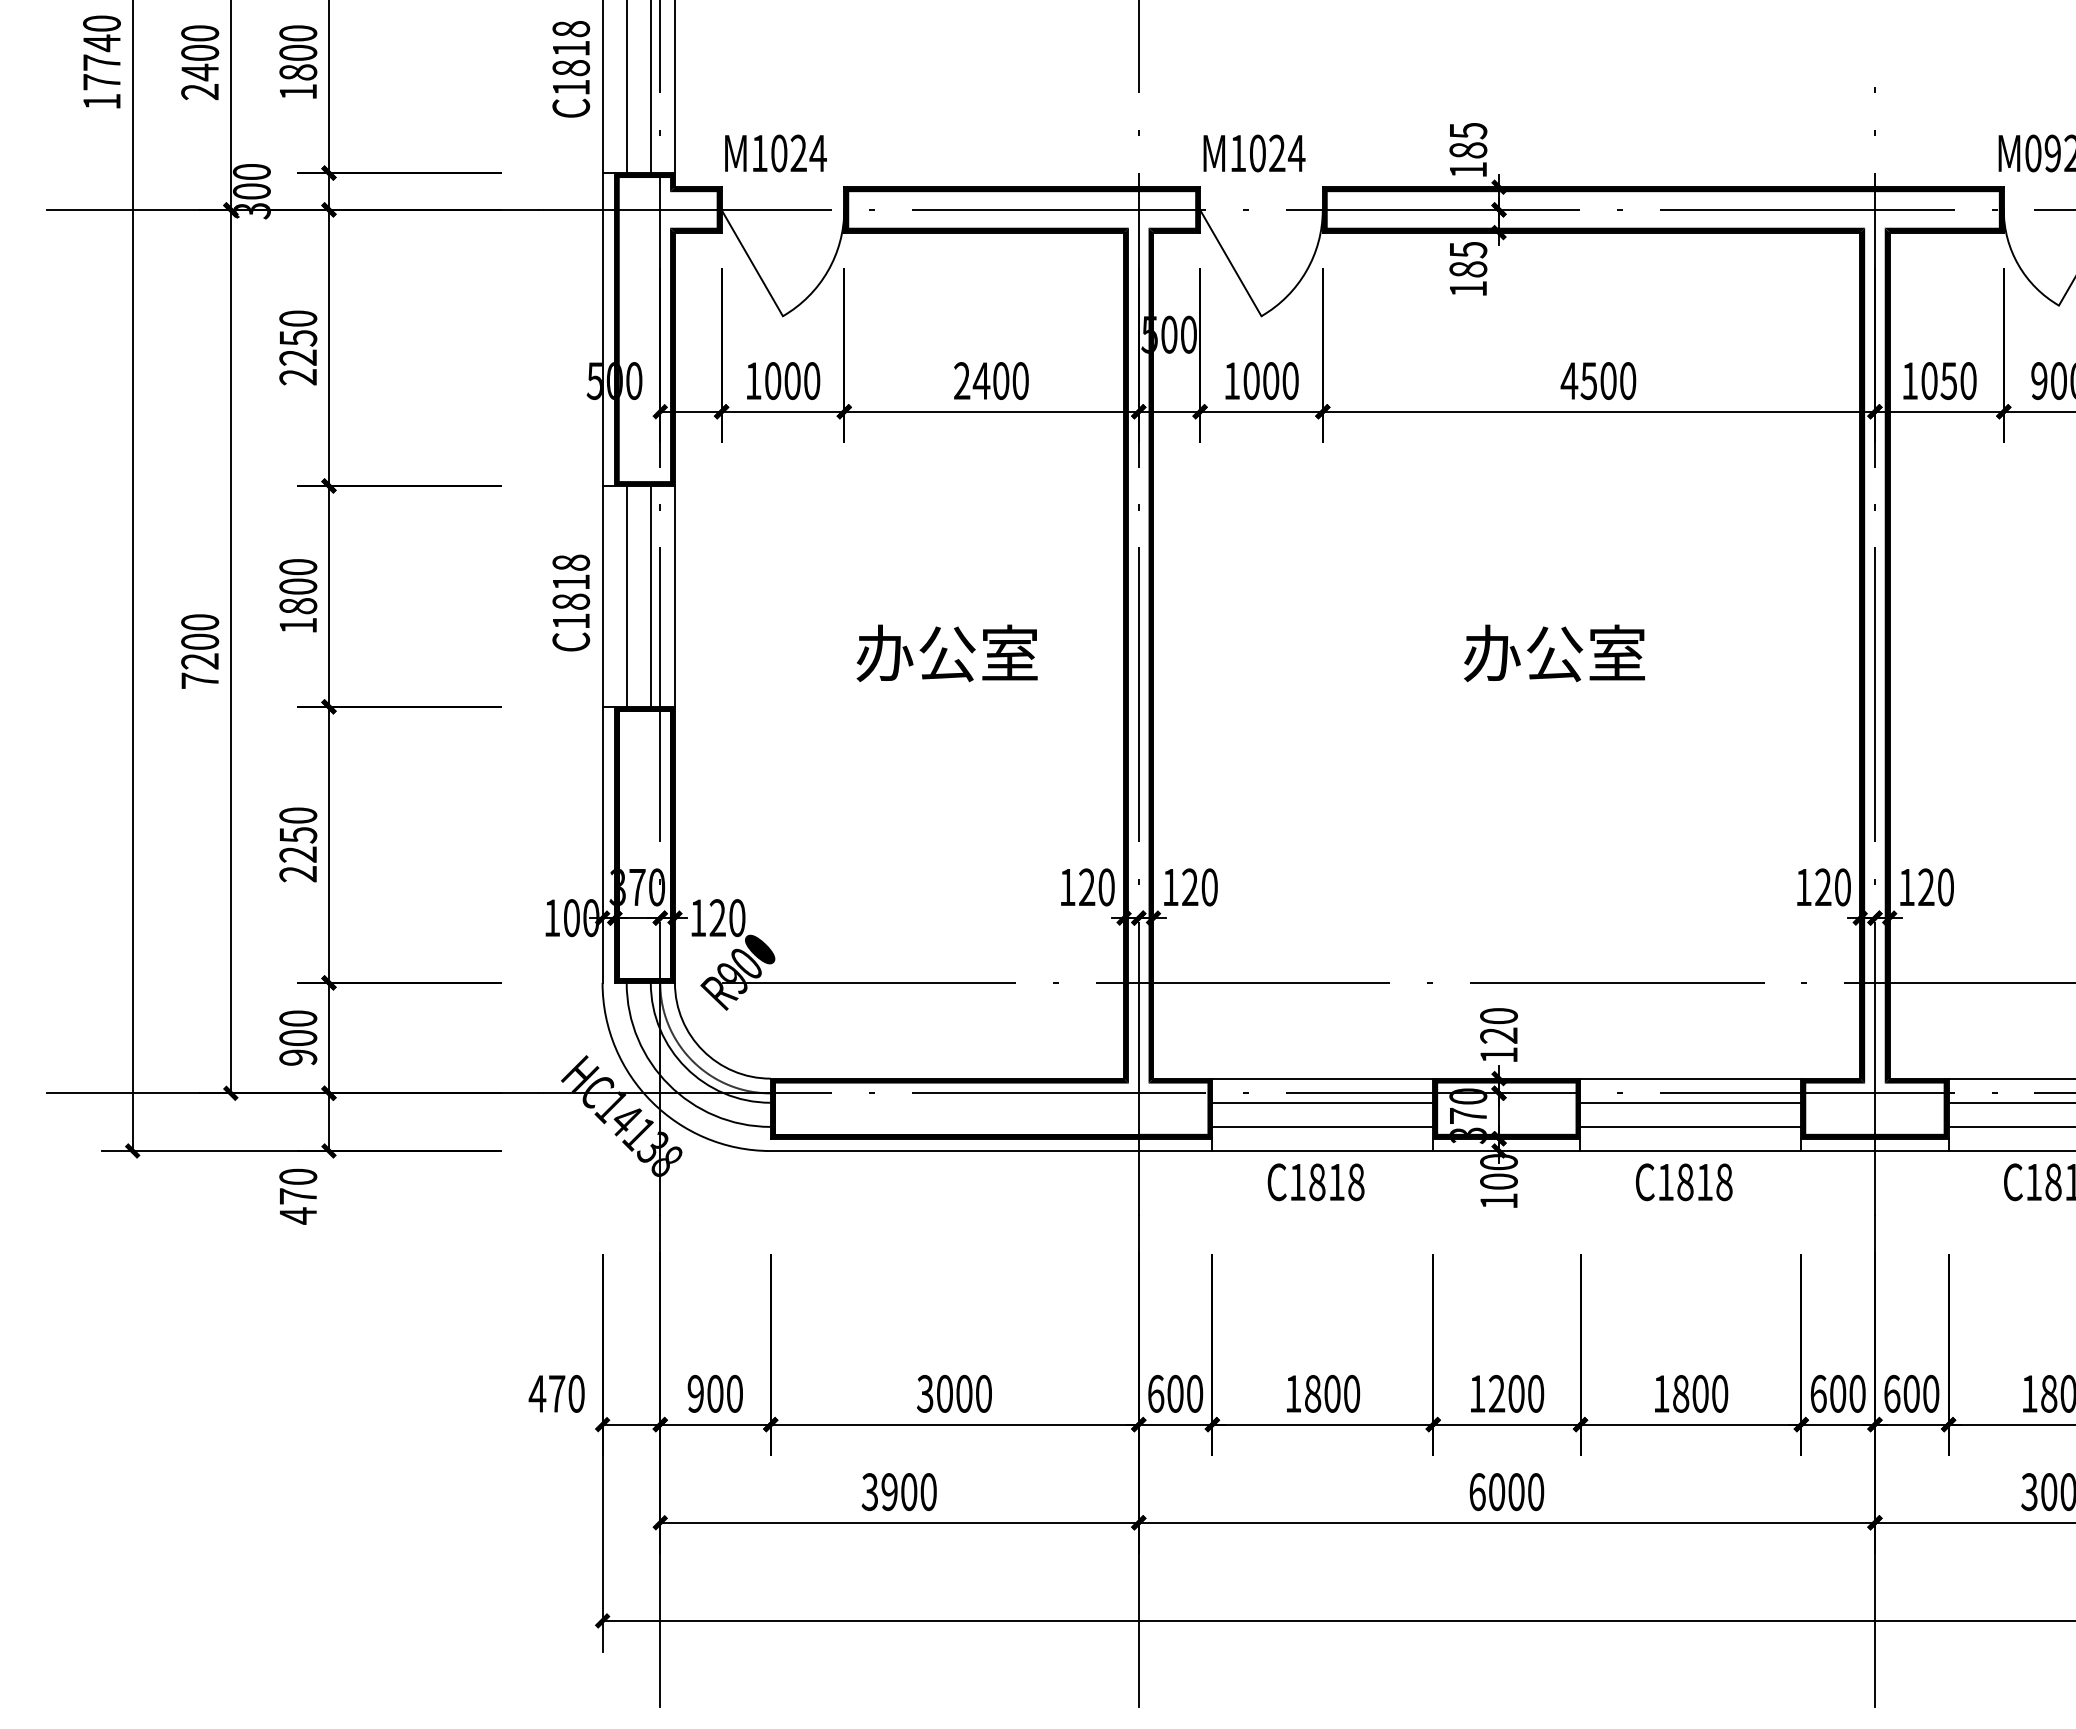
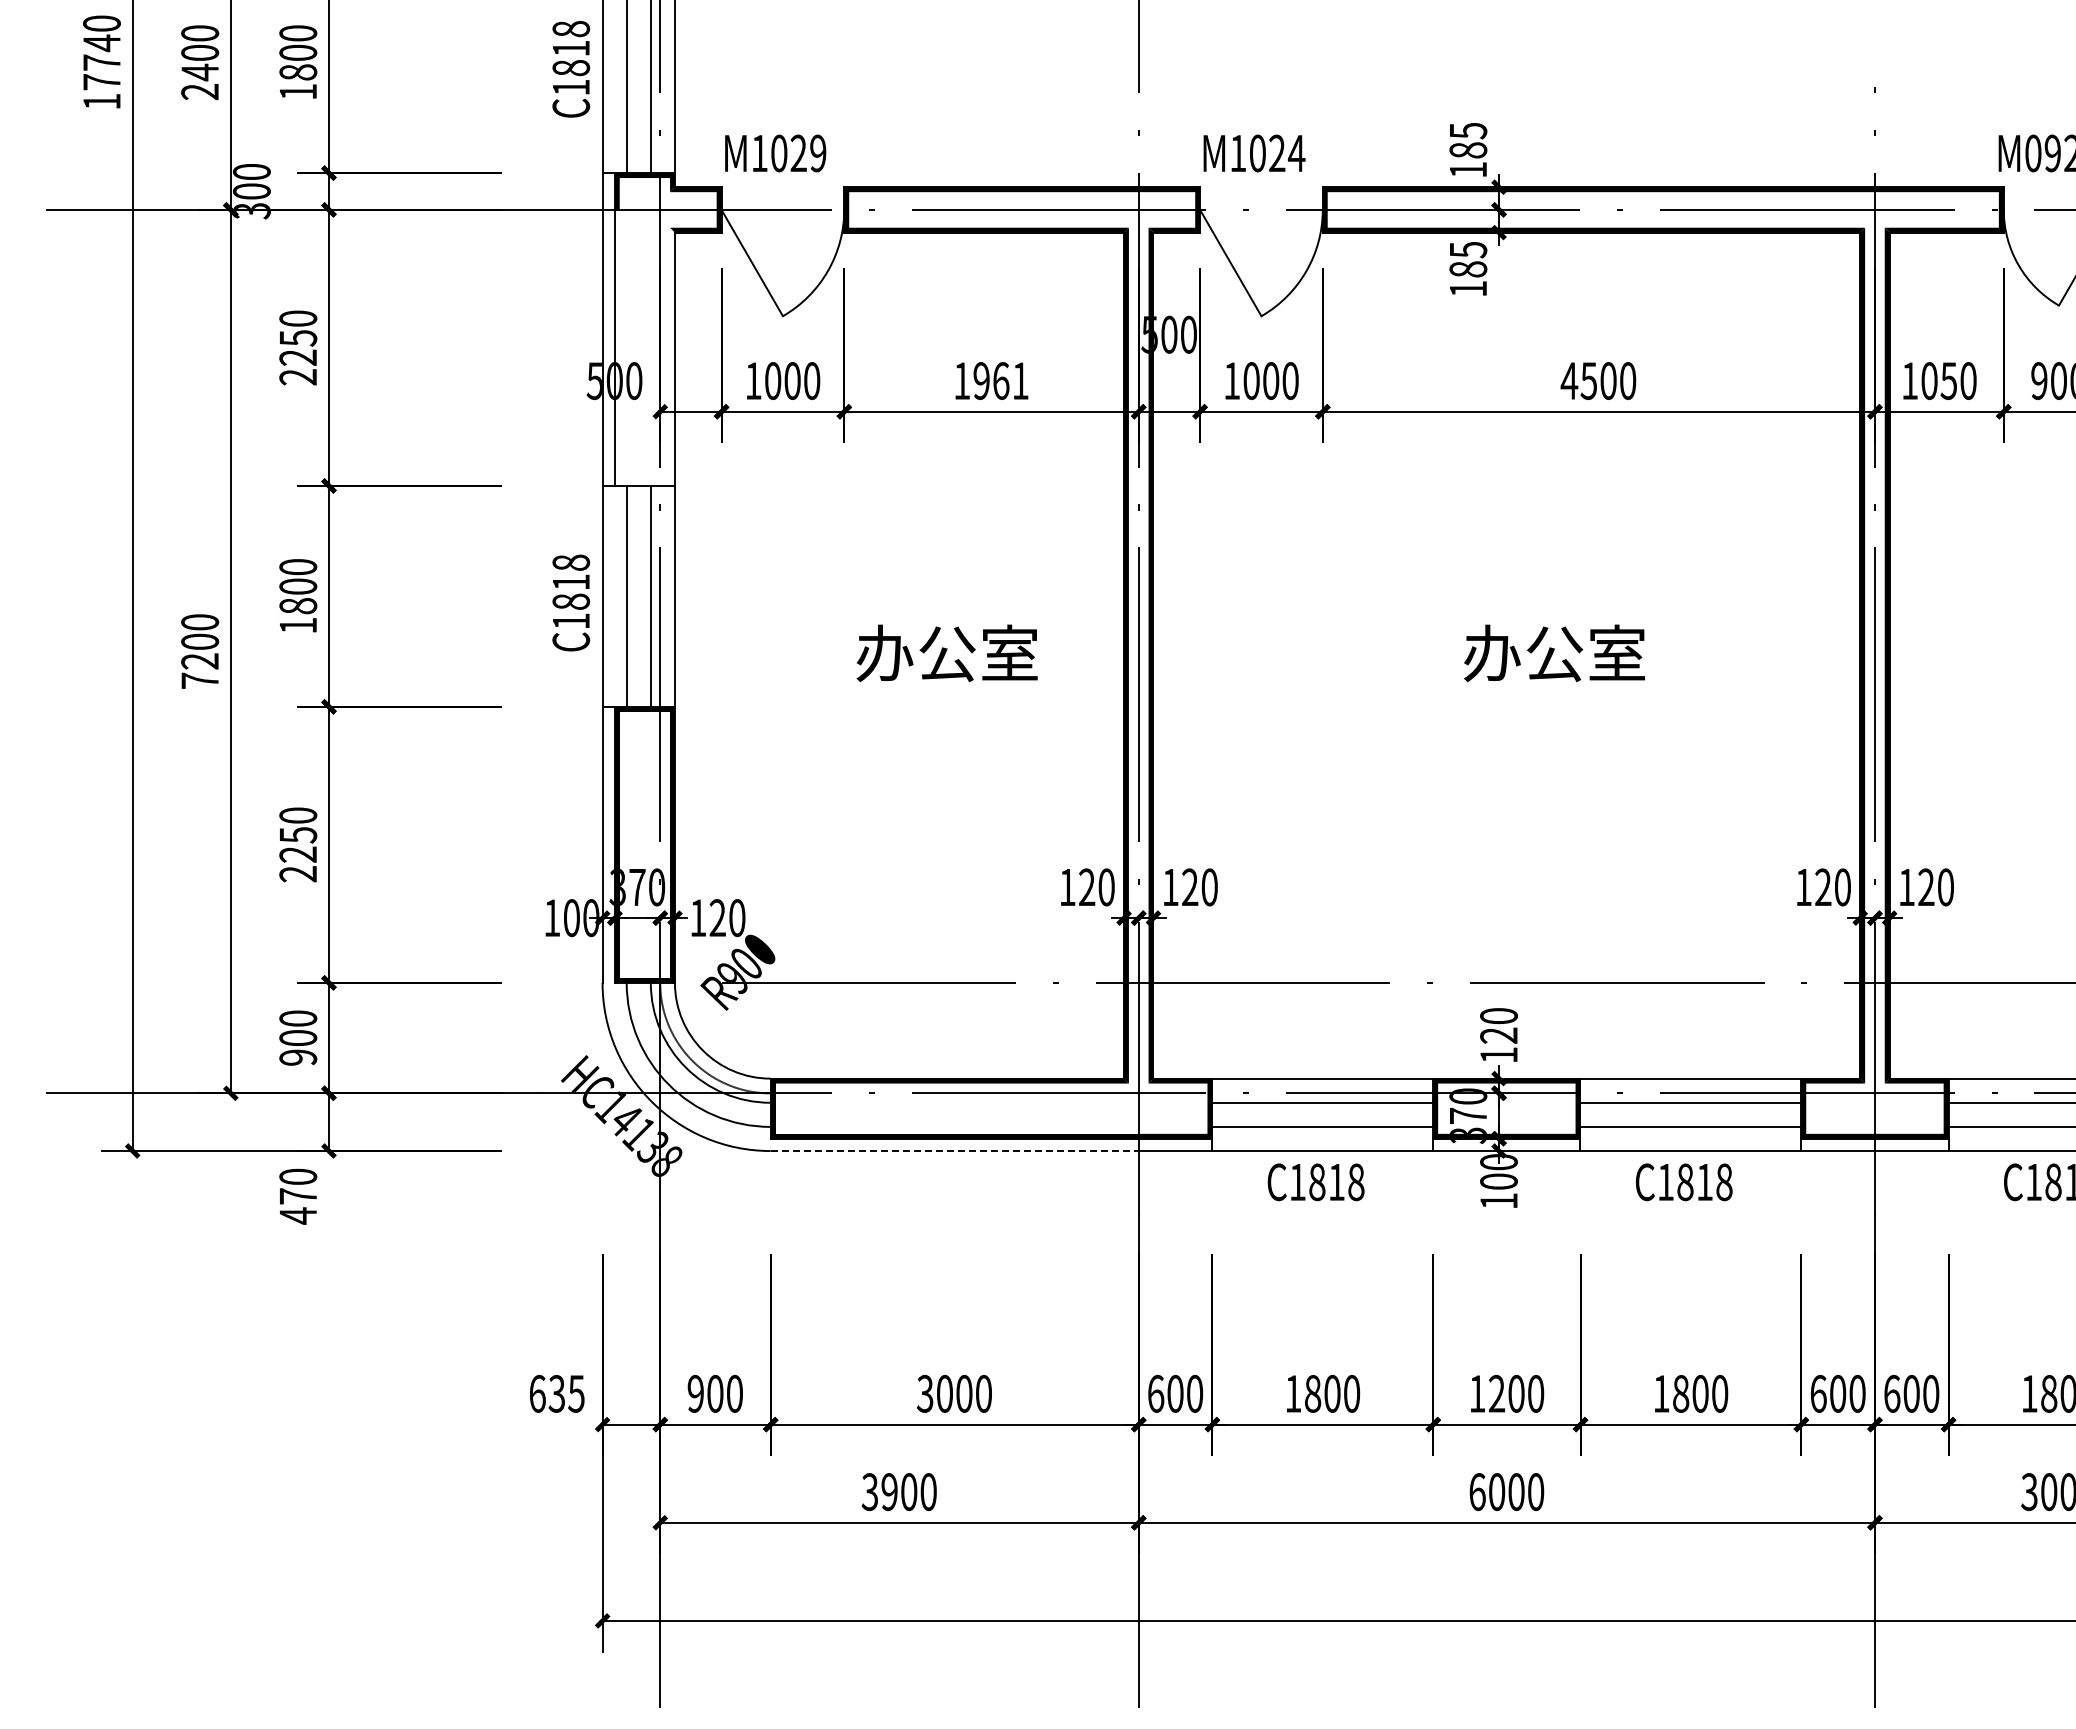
text at (817, 153): M1024 -> M1029
fill at (644, 347): present -> none
text at (991, 381): 2400 -> 1961
line at (955, 1151): solid -> dashed
text at (556, 1393): 470 -> 635
